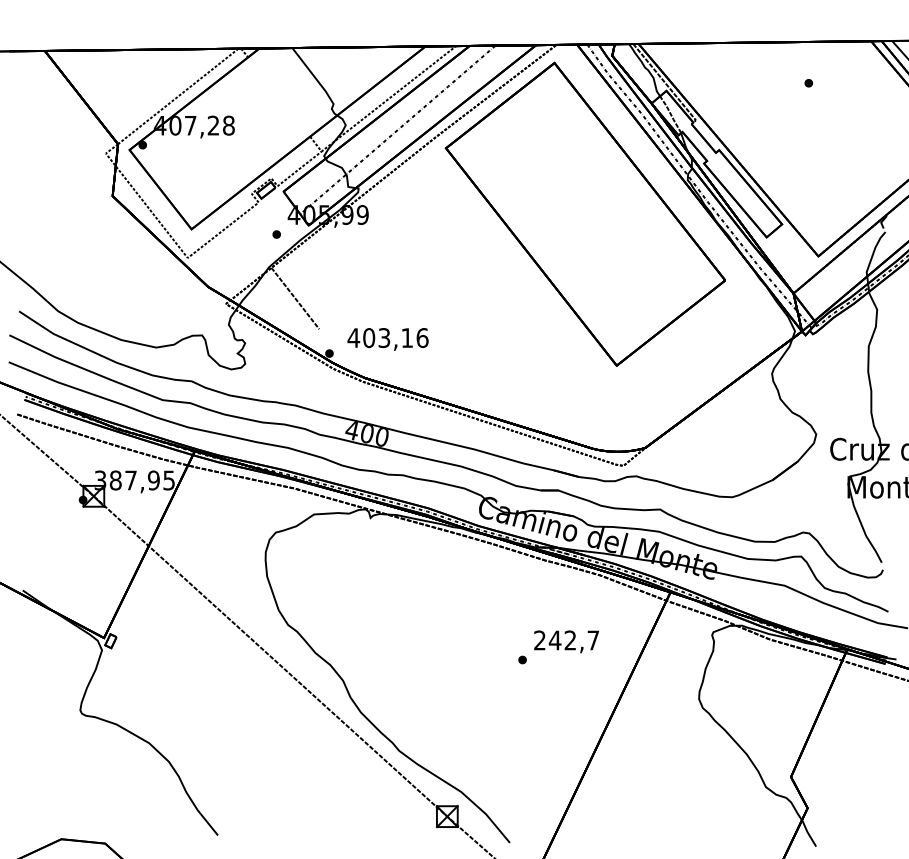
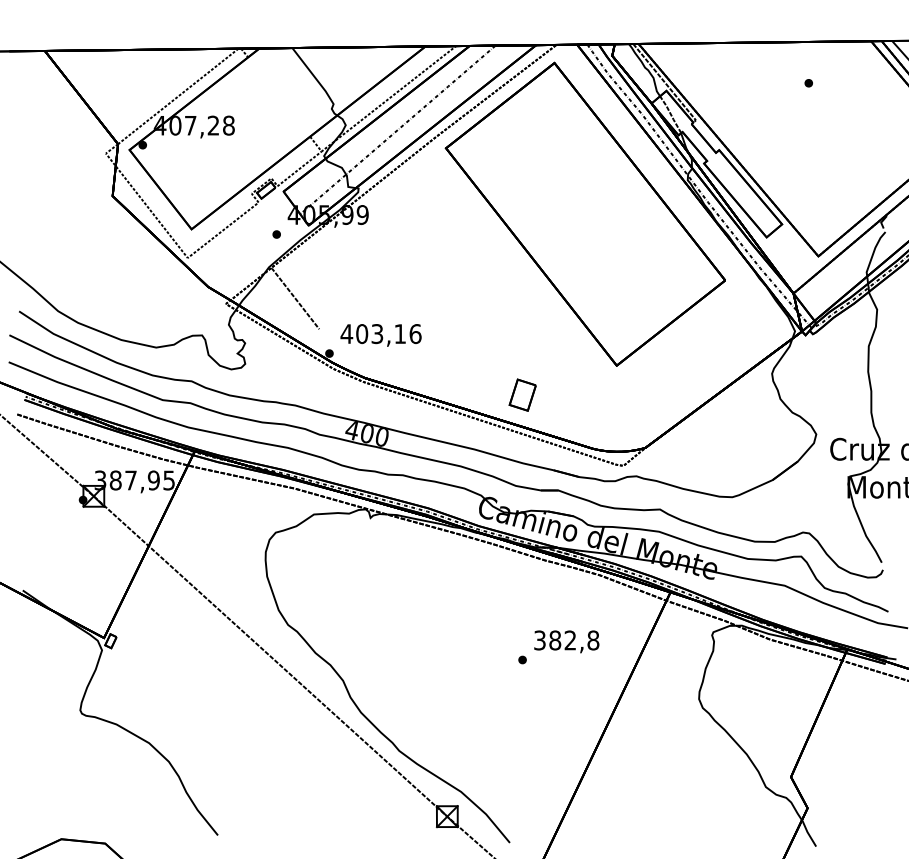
text at (387, 339) position: (387, 339) -> (380, 335)
part at (522, 394): none -> present
text at (566, 640): 242,7 -> 382,8
